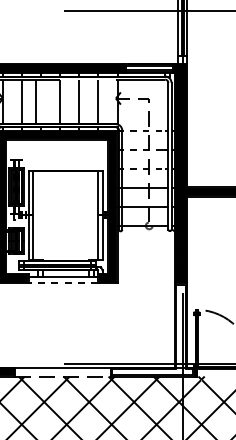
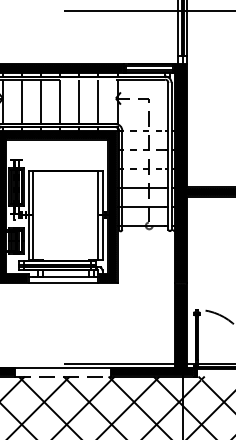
line at (36, 101) position: (36, 101) -> (41, 101)
line at (63, 283): dashed -> solid
hatch at (152, 329): none -> present
